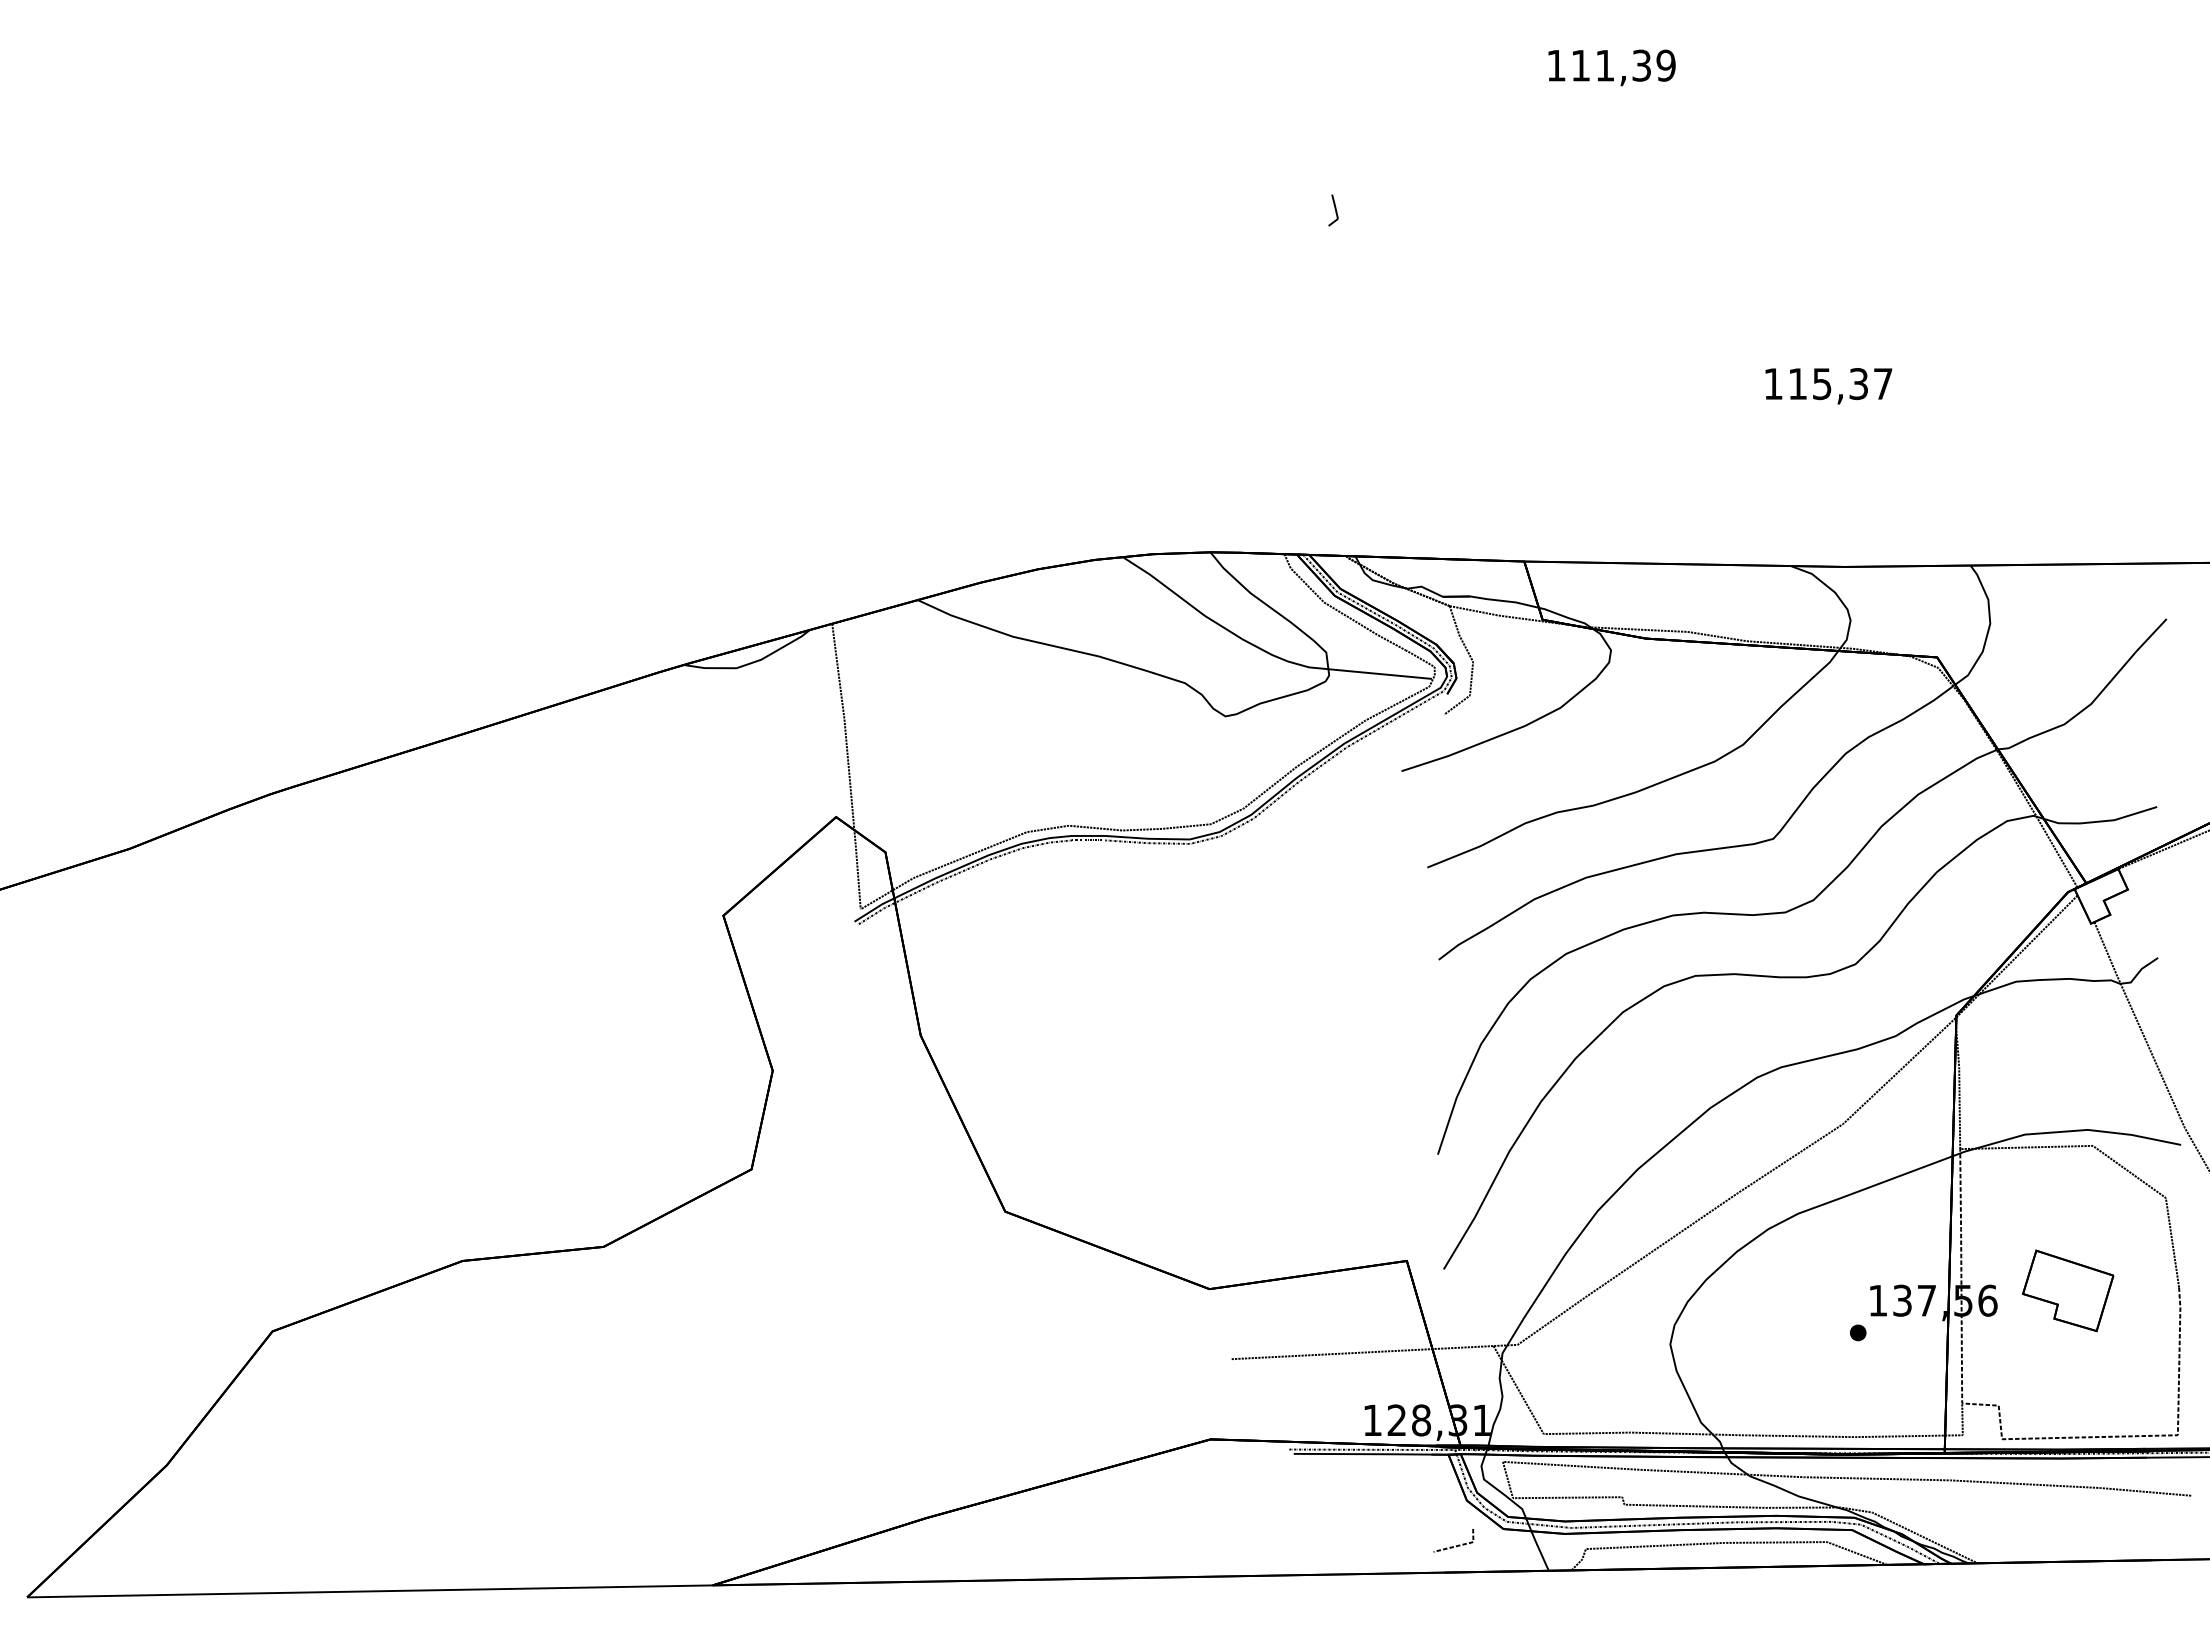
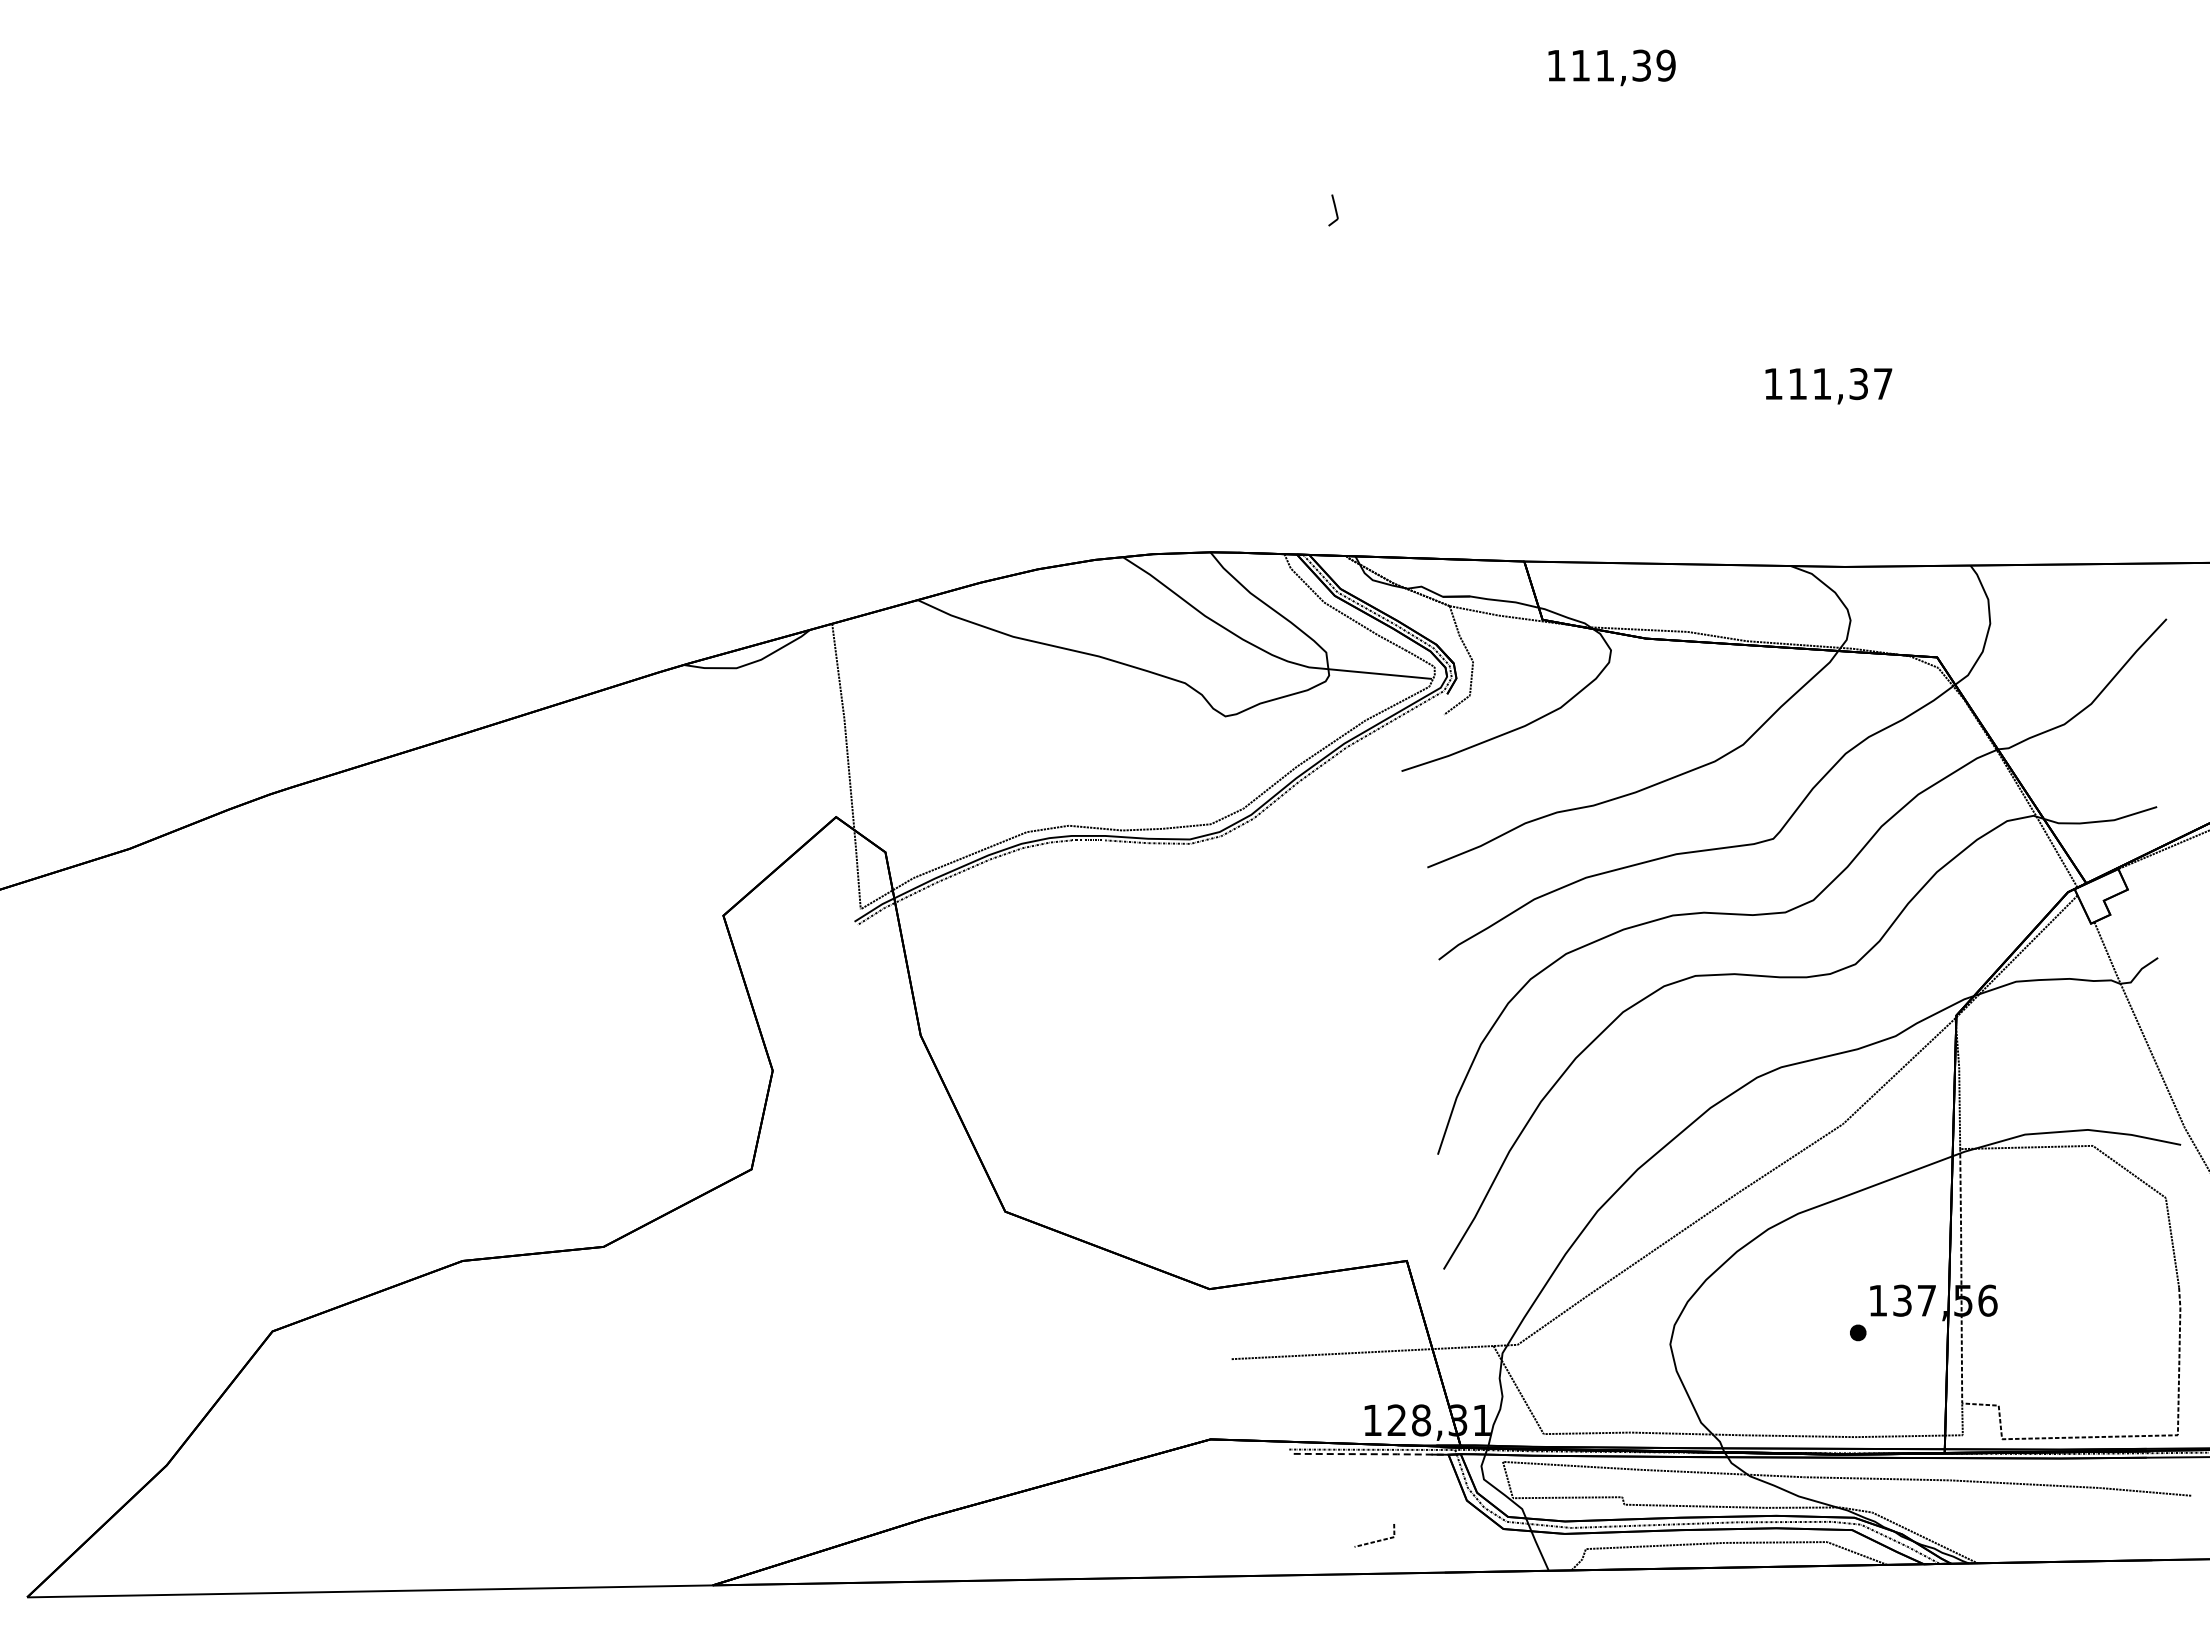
text at (1822, 384): 115,37 -> 111,37
part at (2068, 1290): present -> none
line at (1371, 1454): solid -> dashed
line at (1456, 1545) position: (1456, 1545) -> (1377, 1540)
